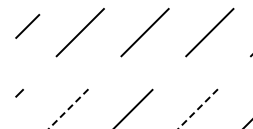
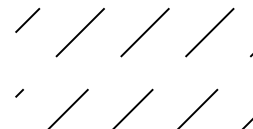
line at (27, 26) position: (27, 26) -> (27, 20)
line at (68, 108): dashed -> solid
line at (198, 108): dashed -> solid
